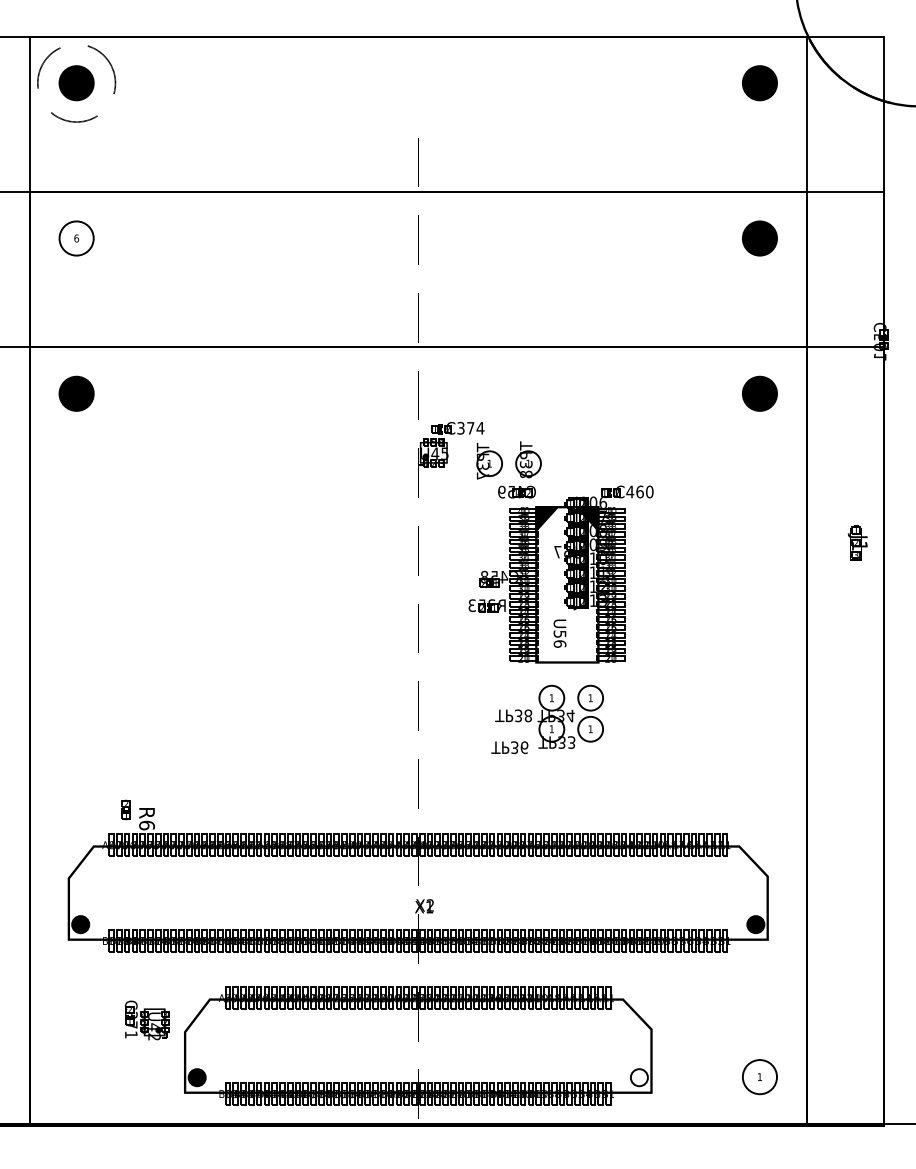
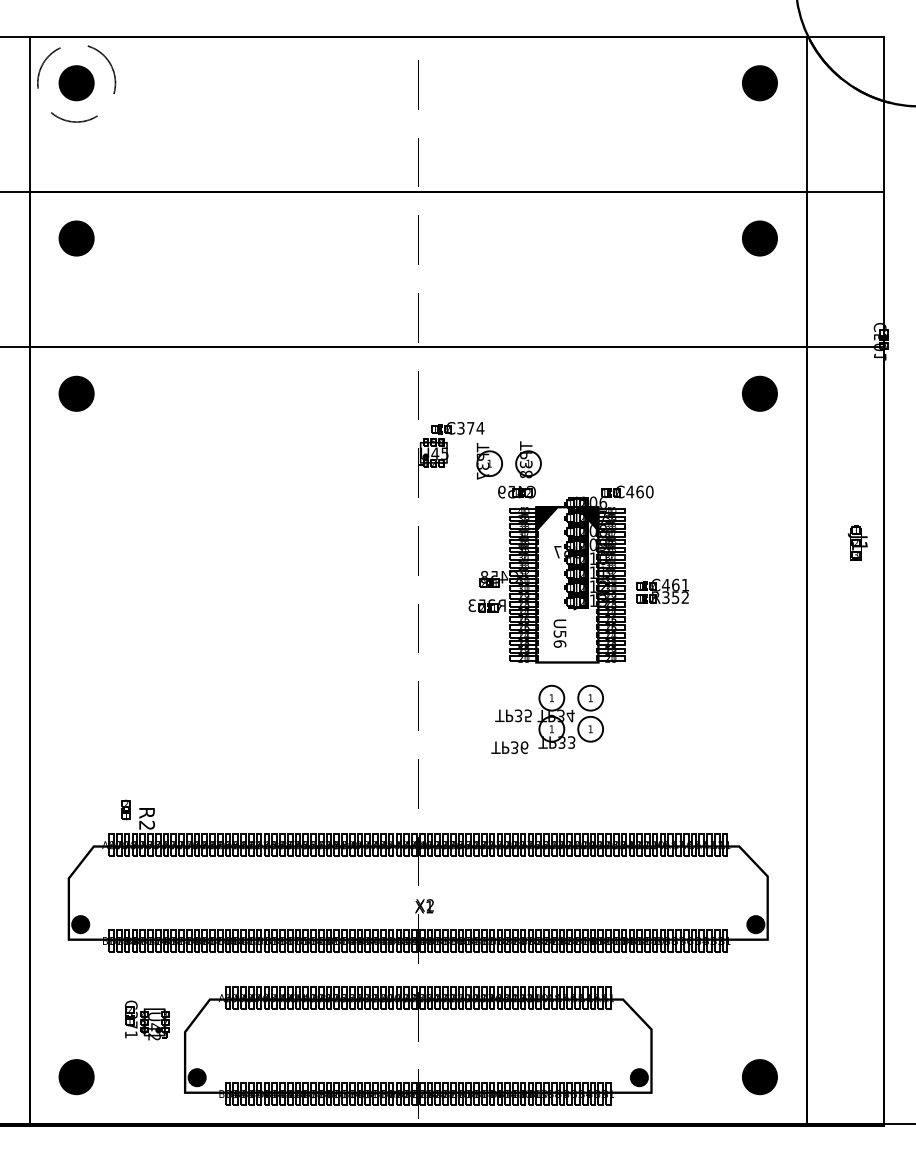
line at (418, 84): none -> present
fill at (76, 238): none -> present
part at (662, 590): none -> present
text at (528, 715): TP38 -> TP35
text at (147, 825): R6 -> R2
part at (76, 1077): none -> present
fill at (638, 1077): none -> present
fill at (759, 1077): none -> present
